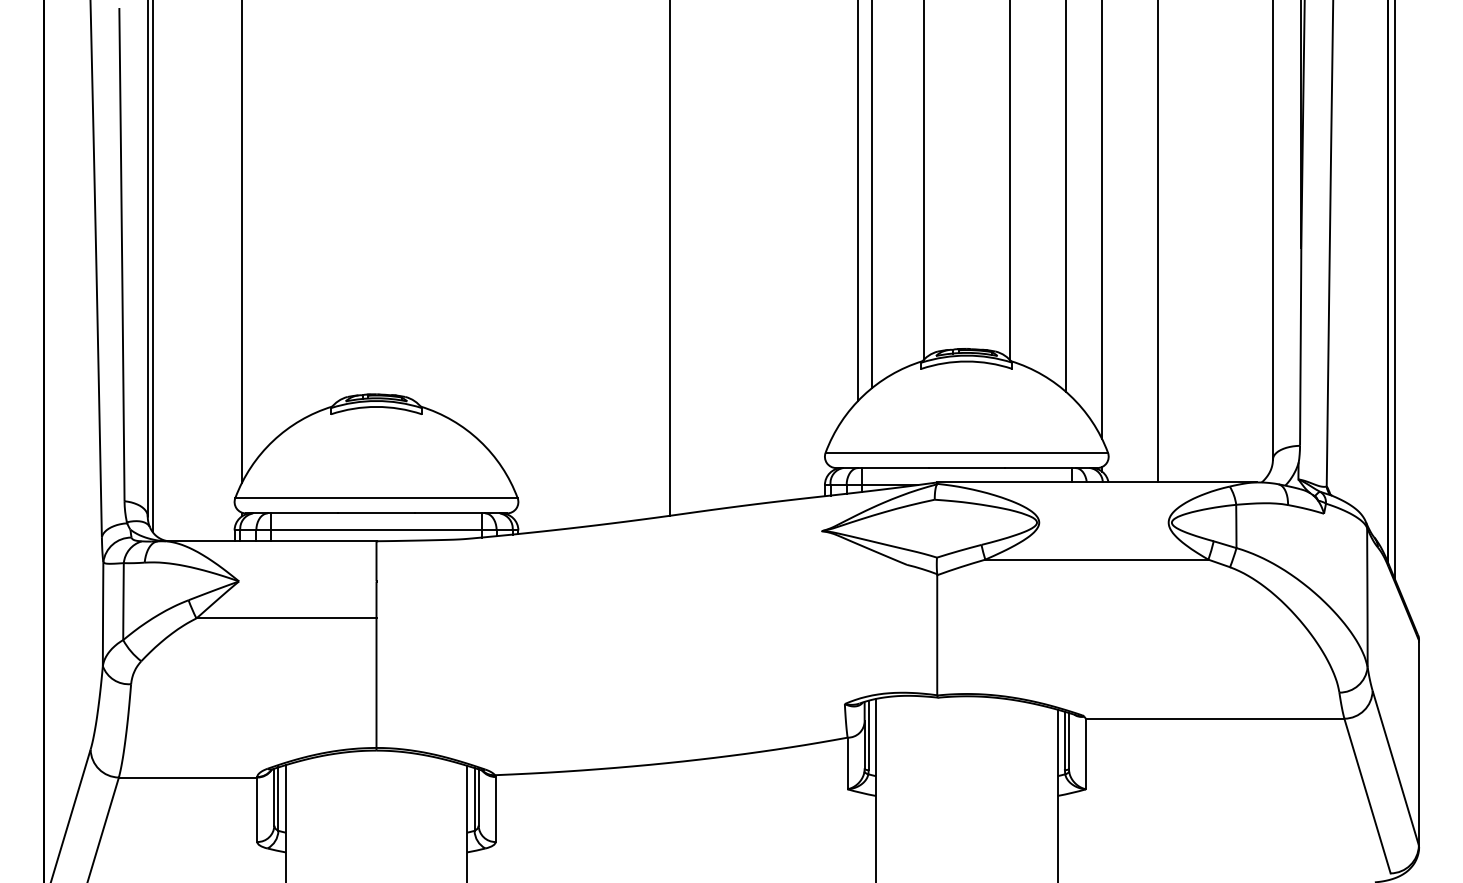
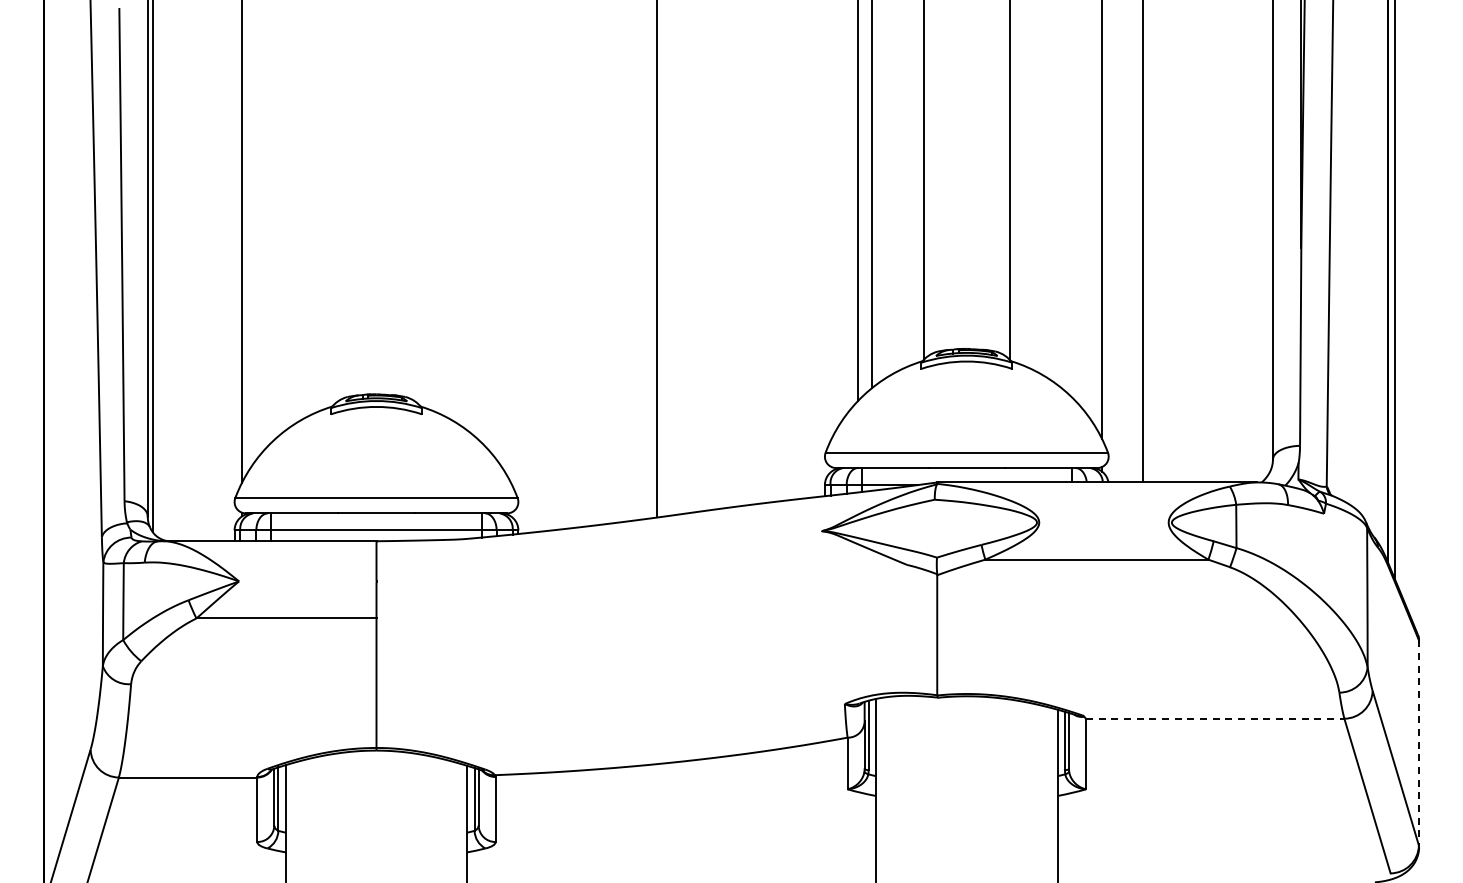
line at (1065, 196): present -> none
line at (1157, 242) position: (1157, 242) -> (1142, 242)
line at (670, 258) position: (670, 258) -> (657, 258)
line at (1215, 718): solid -> dashed
line at (1418, 742): solid -> dashed
